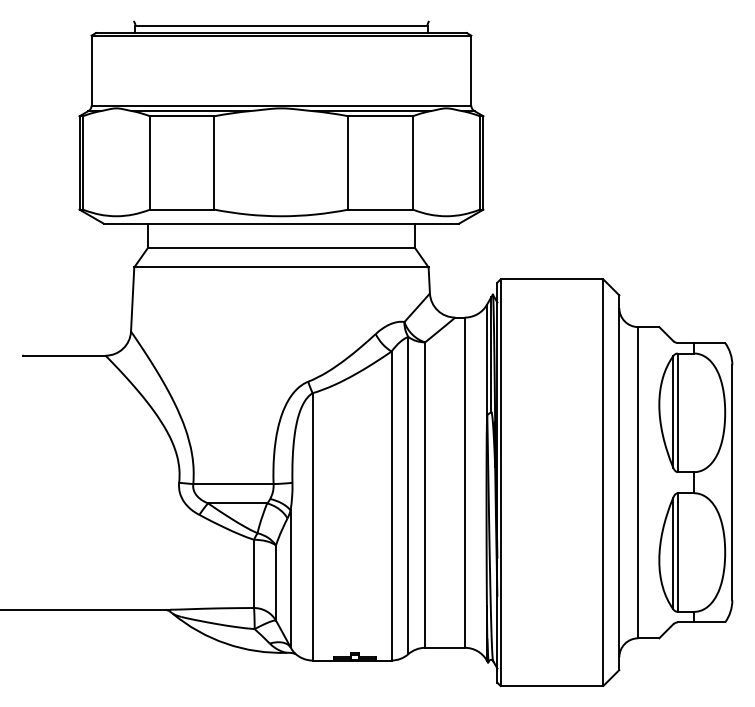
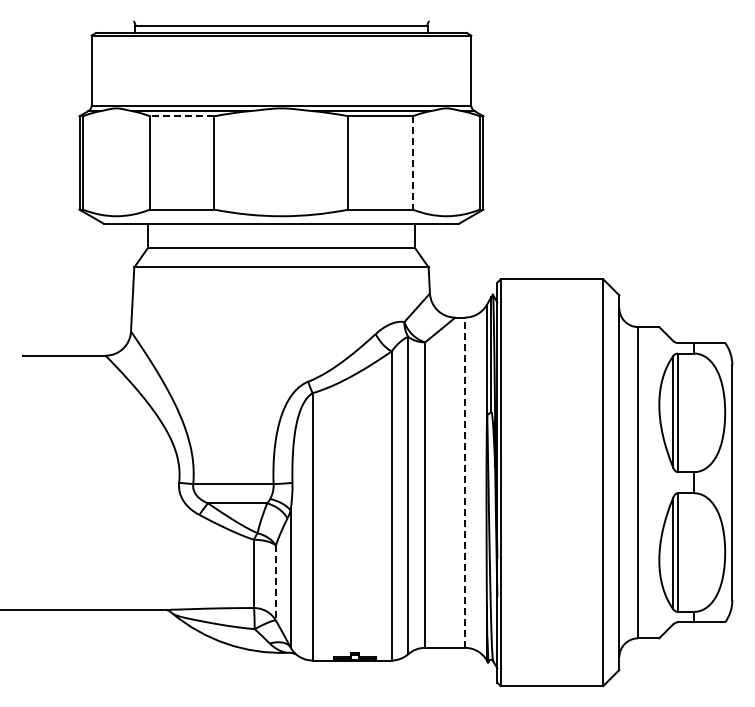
line at (181, 116): solid -> dashed
line at (412, 162): solid -> dashed
line at (464, 482): solid -> dashed
line at (275, 583): solid -> dashed
